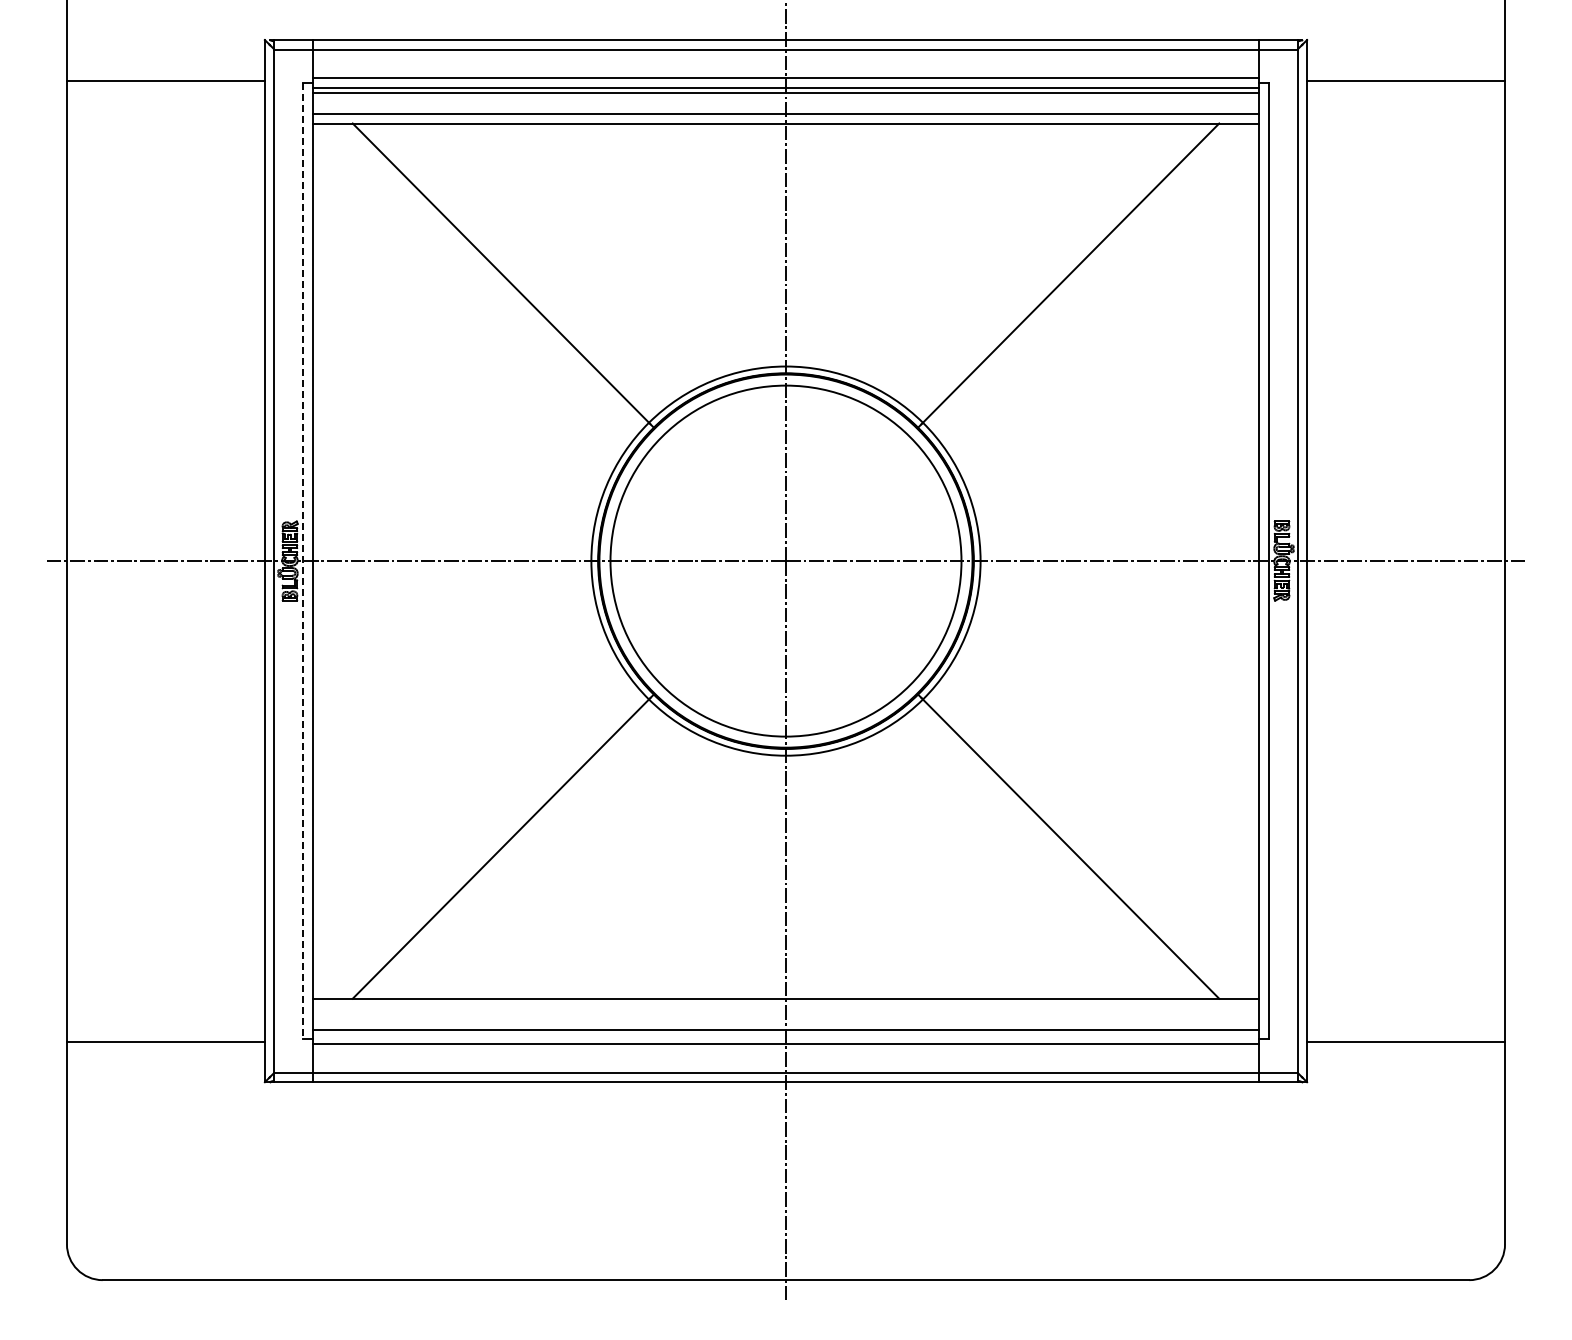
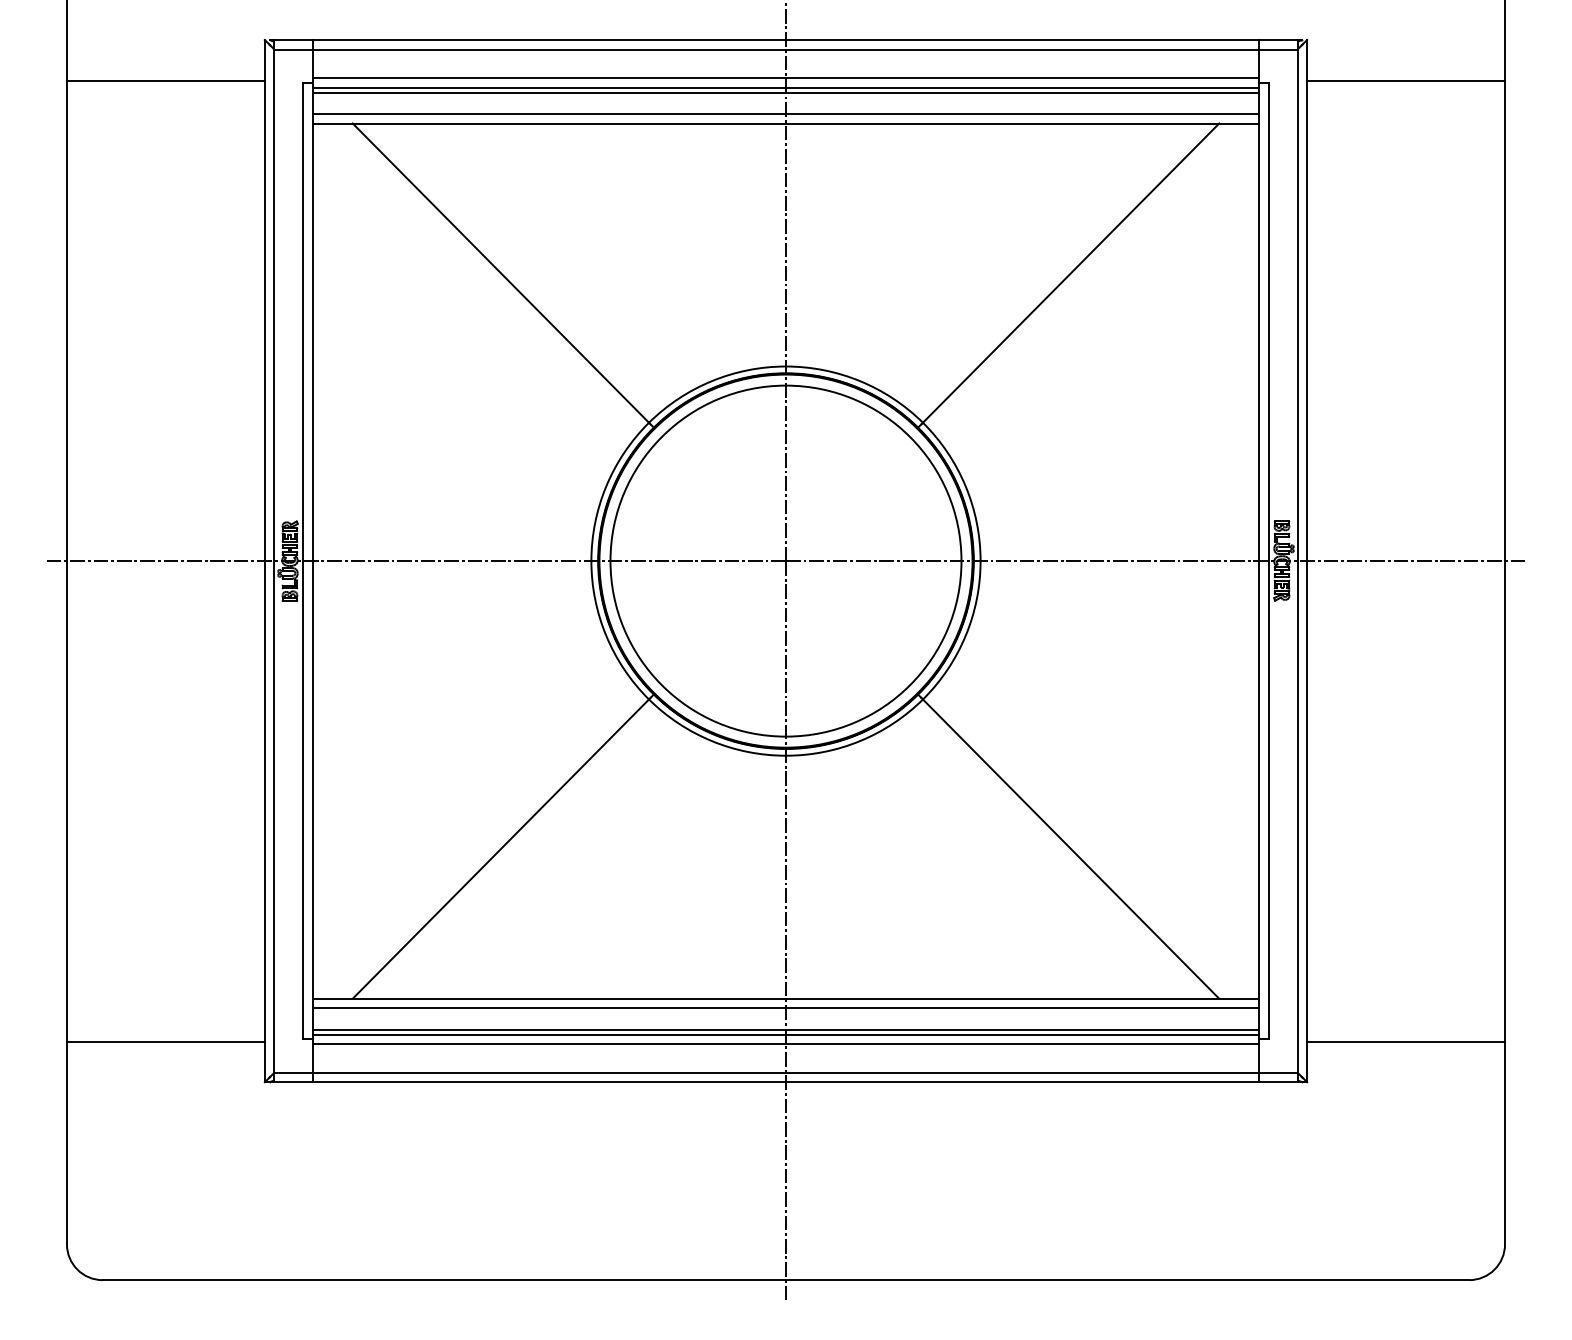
line at (303, 561): dashed -> solid
line at (785, 1008): none -> present
line at (785, 1034): none -> present
